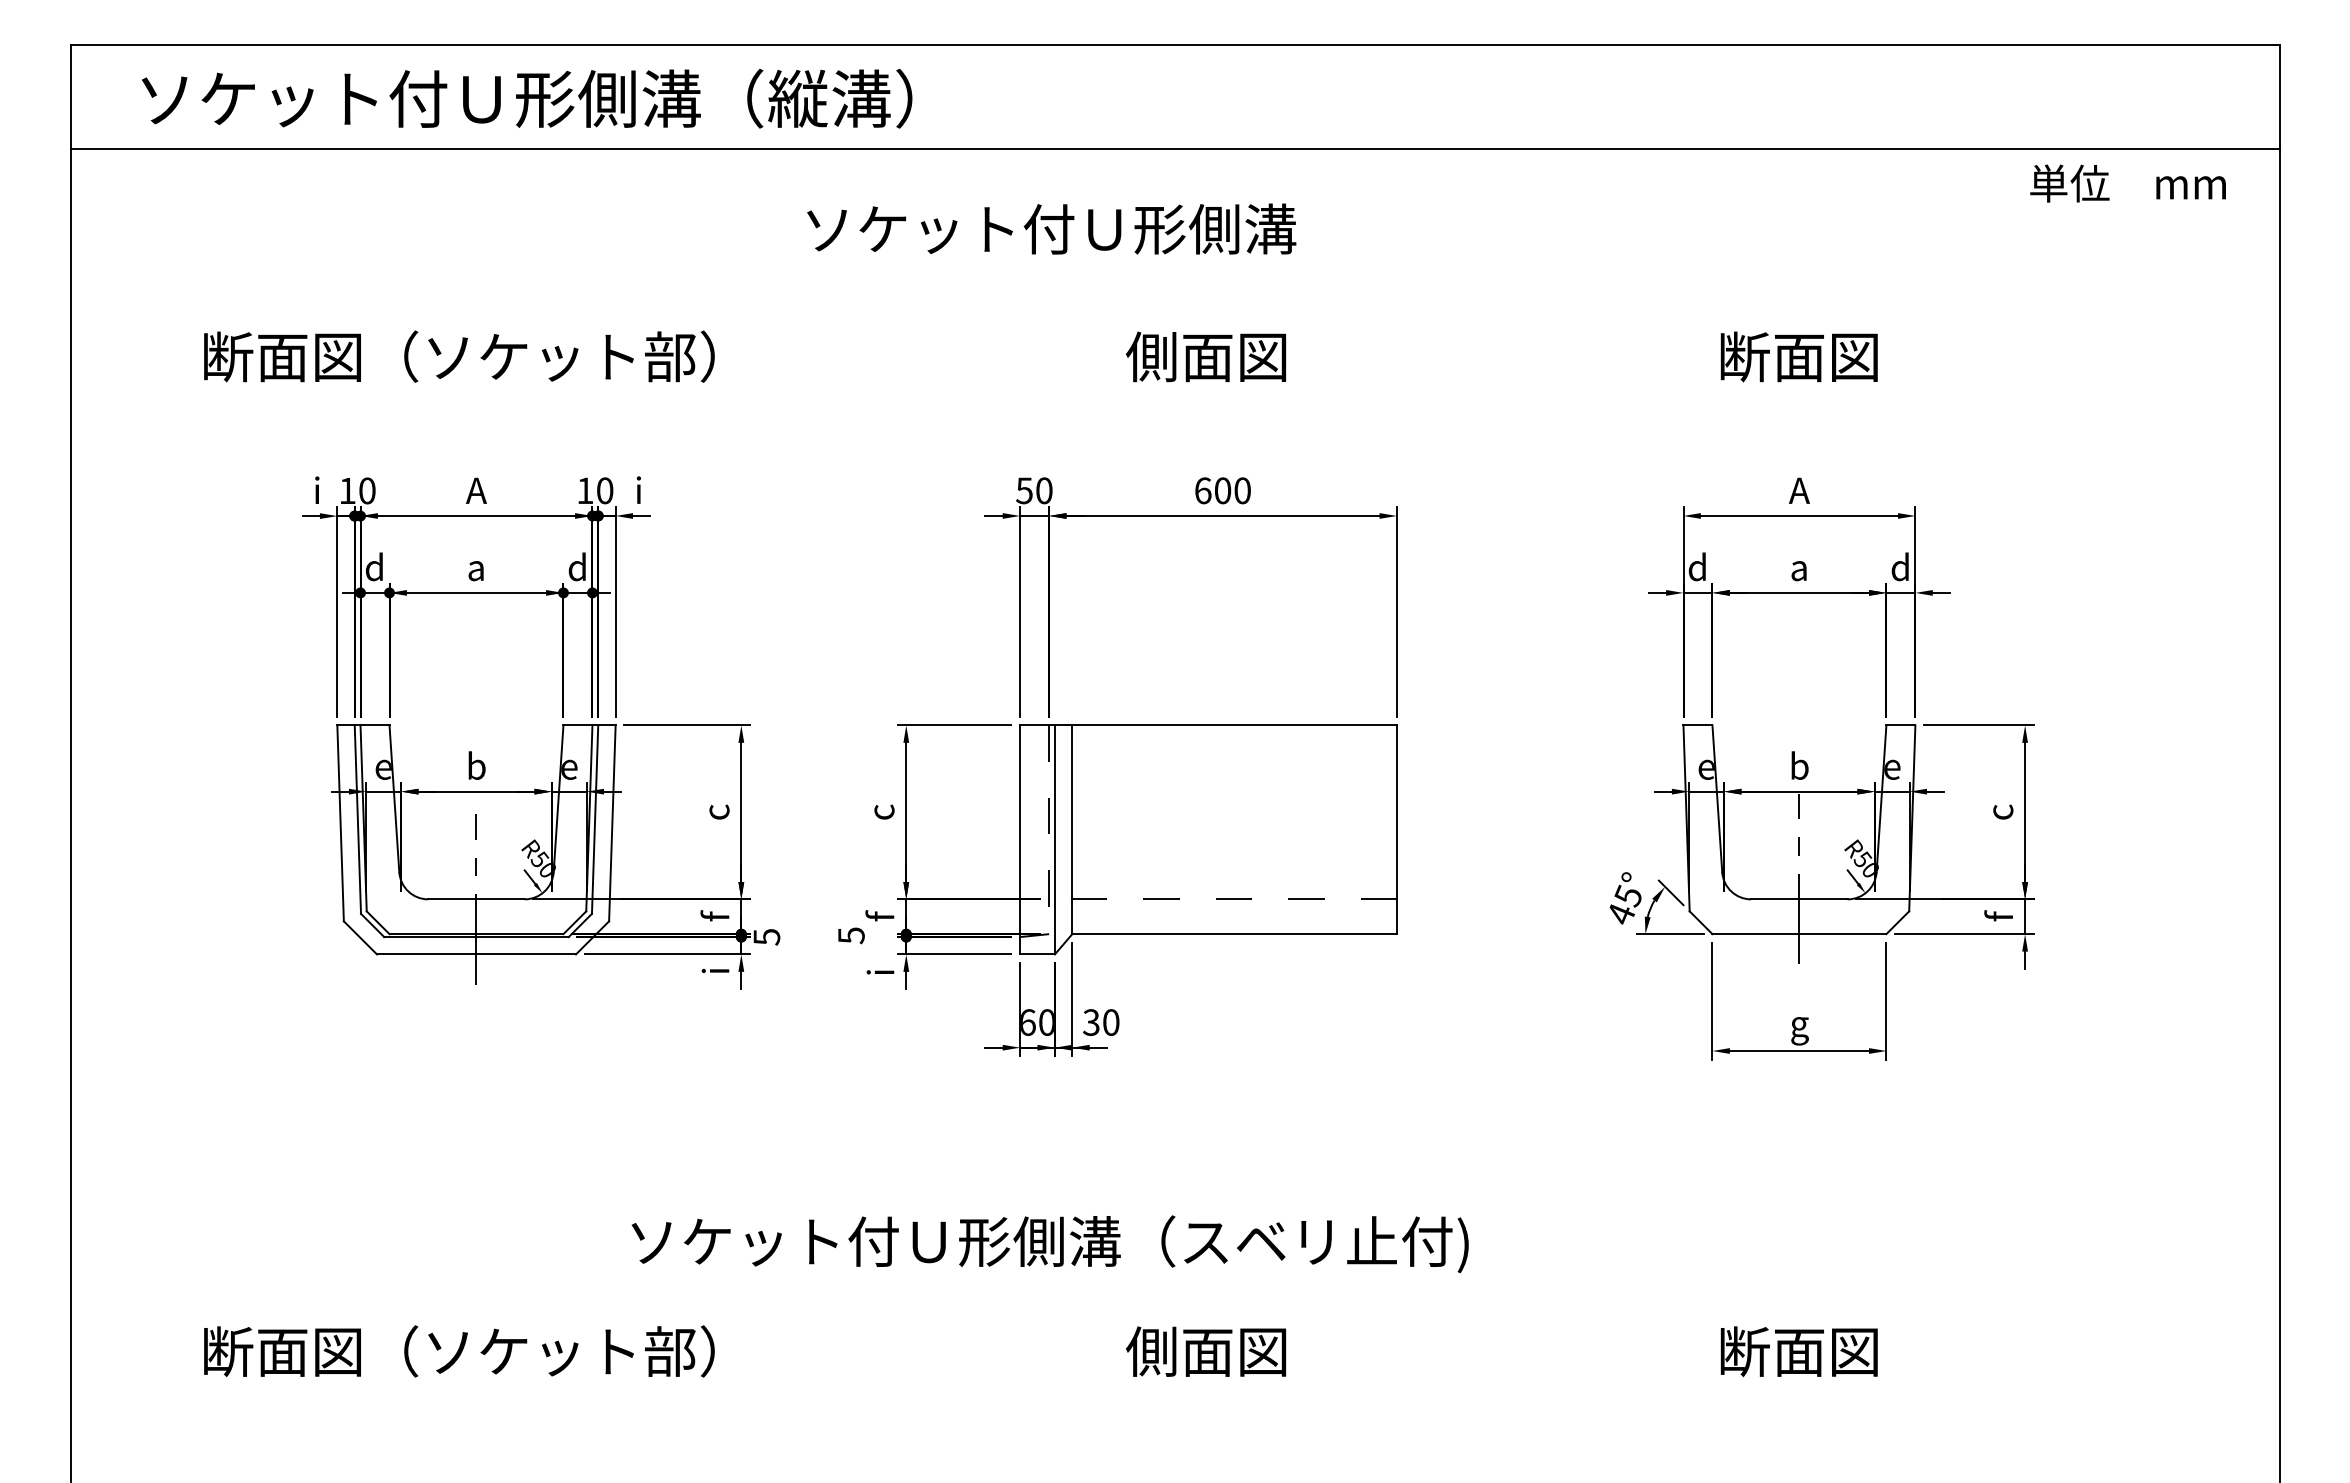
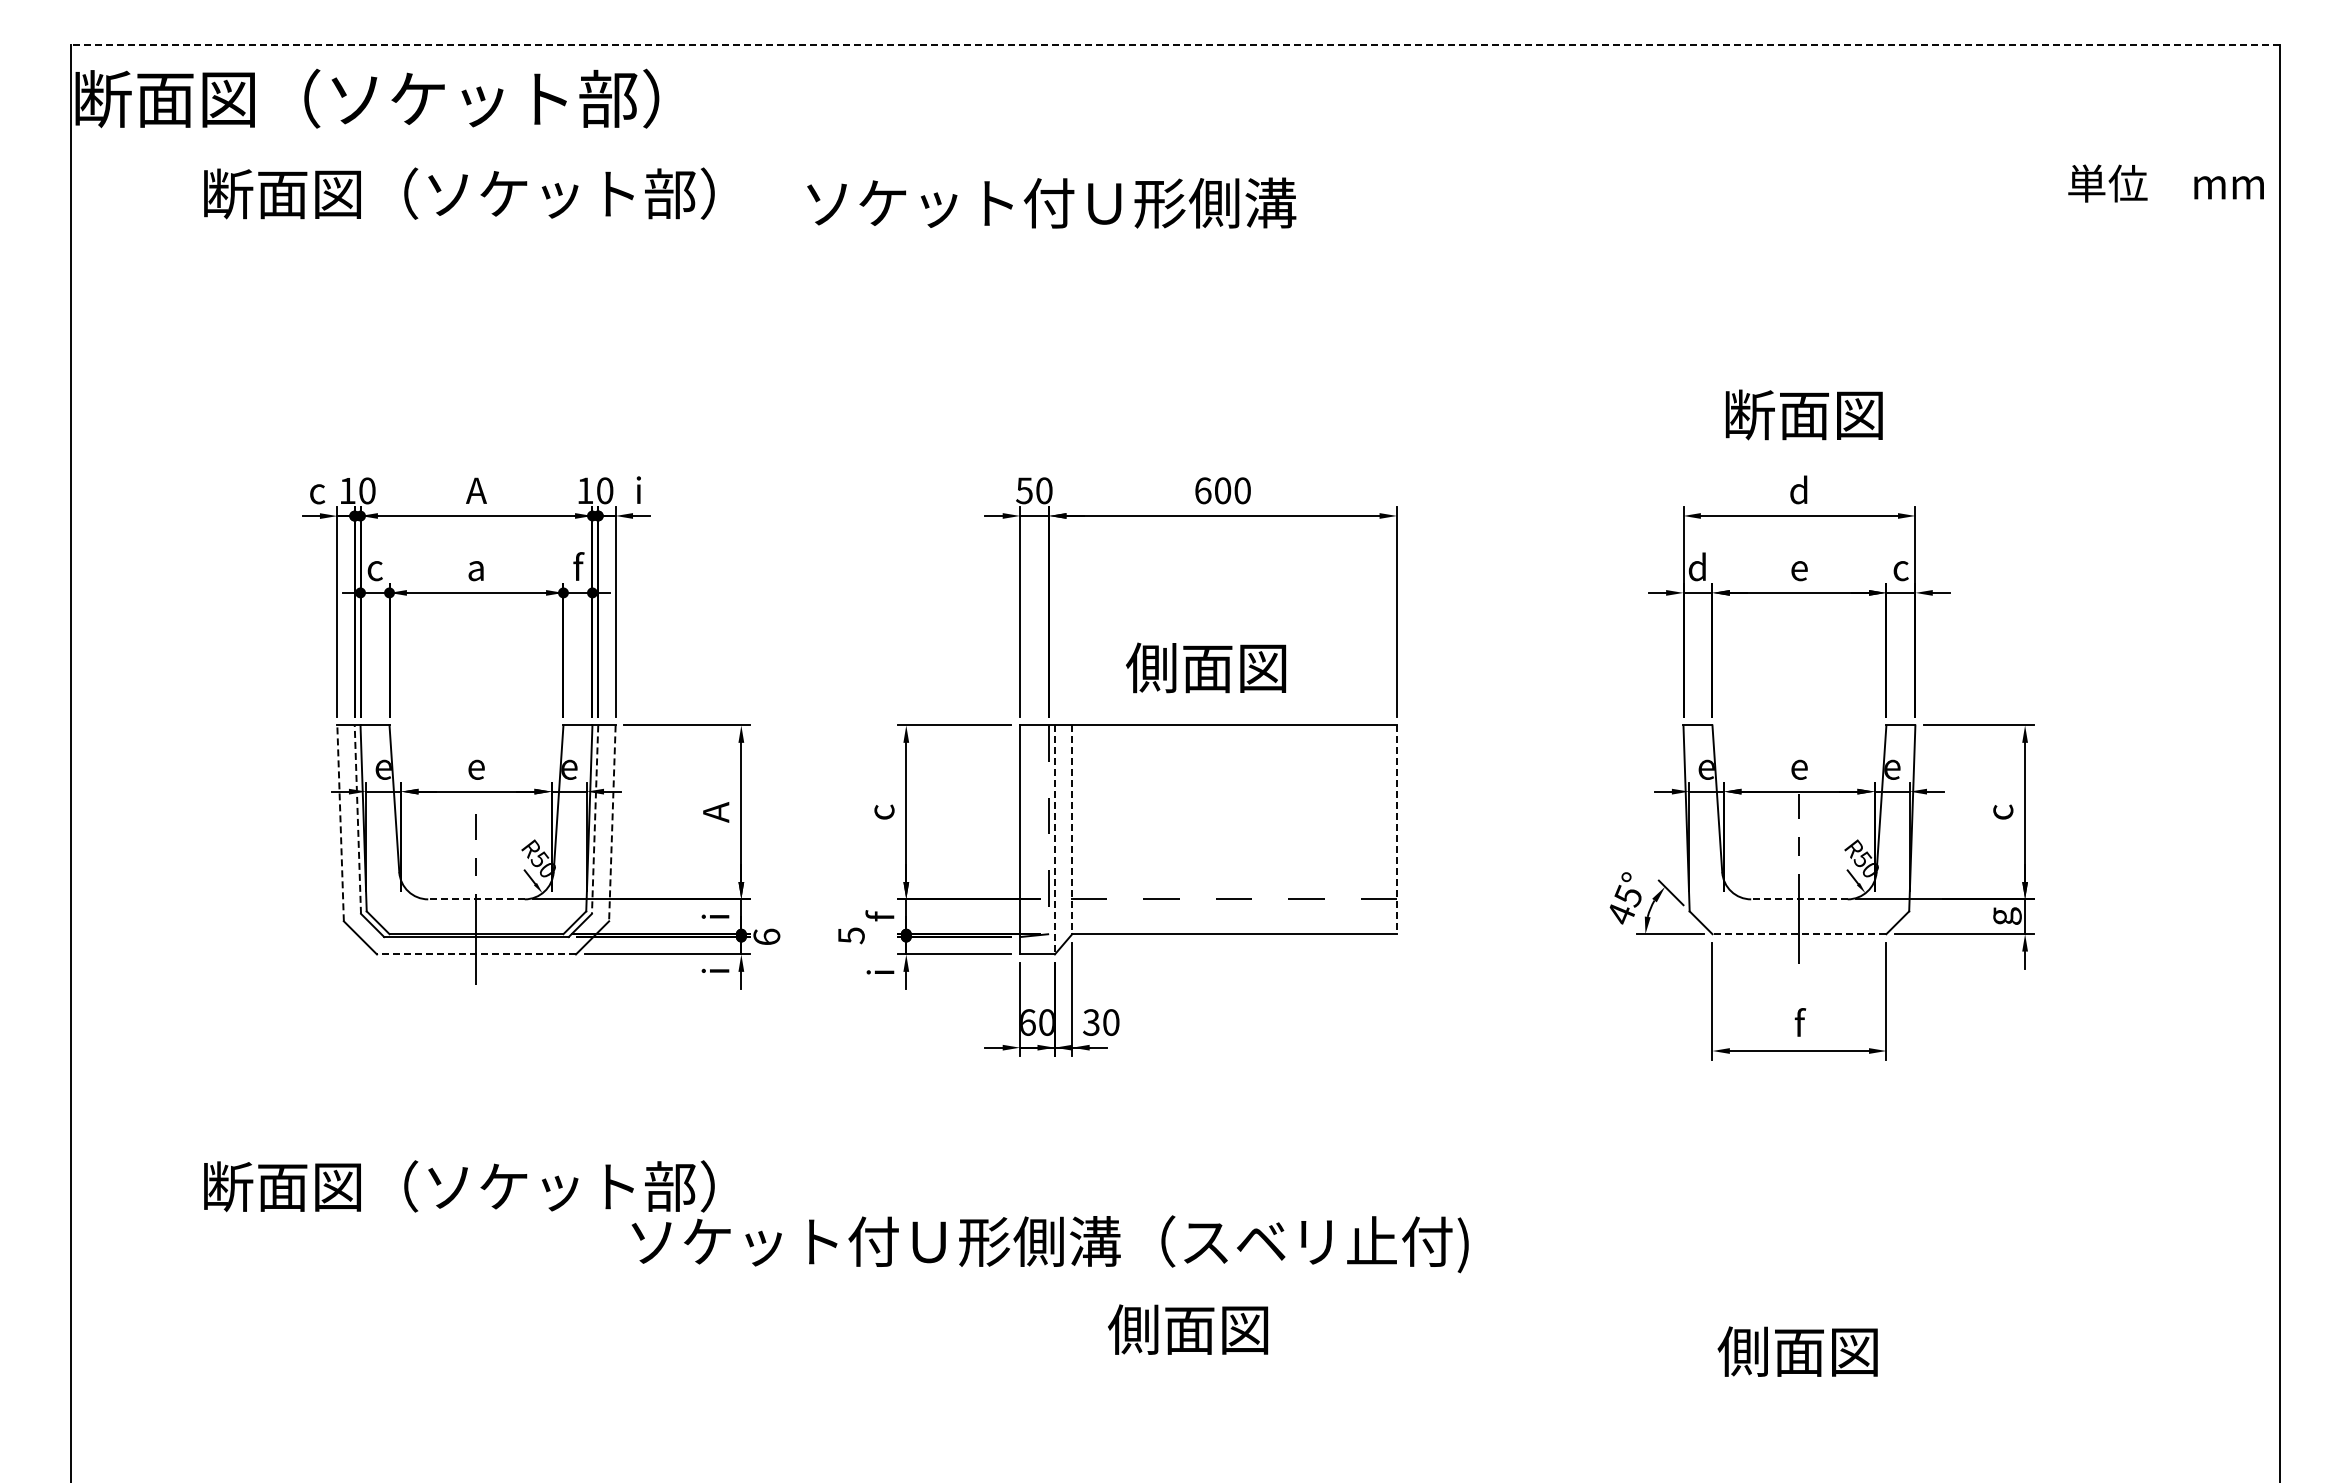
line at (1175, 44): solid -> dashed
text at (493, 98): ソケット付Ｕ形側溝（縦溝） -> 断面図（ソケット部）
line at (1174, 148): present -> none
text at (2127, 183) position: (2127, 183) -> (2165, 183)
text at (1051, 228) position: (1051, 228) -> (1051, 202)
text at (459, 356) position: (459, 356) -> (459, 193)
text at (1206, 356) position: (1206, 356) -> (1206, 667)
text at (1798, 356) position: (1798, 356) -> (1803, 414)
text at (1799, 489): A -> d
text at (317, 490): i -> c
text at (373, 566): d -> c
text at (576, 566): d -> f
text at (1899, 566): d -> c
text at (1799, 571): a -> e
text at (476, 765): b -> e
text at (1799, 765): b -> e
text at (716, 812): c -> A
line at (357, 819): solid -> dashed
line at (595, 820): solid -> dashed
line at (340, 823): solid -> dashed
line at (612, 823): solid -> dashed
line at (1072, 830): solid -> dashed
line at (1396, 830): solid -> dashed
line at (1054, 839): solid -> dashed
line at (475, 899): solid -> dashed
line at (1798, 899): solid -> dashed
text at (714, 915): f -> i
text at (2002, 915): f -> g
line at (1799, 934): solid -> dashed
text at (766, 936): 5 -> 6
line at (475, 954): solid -> dashed
text at (1799, 1026): g -> f
text at (459, 1351) position: (459, 1351) -> (459, 1186)
text at (1206, 1351) position: (1206, 1351) -> (1188, 1329)
text at (1743, 1351): 断面図 -> 側面図
